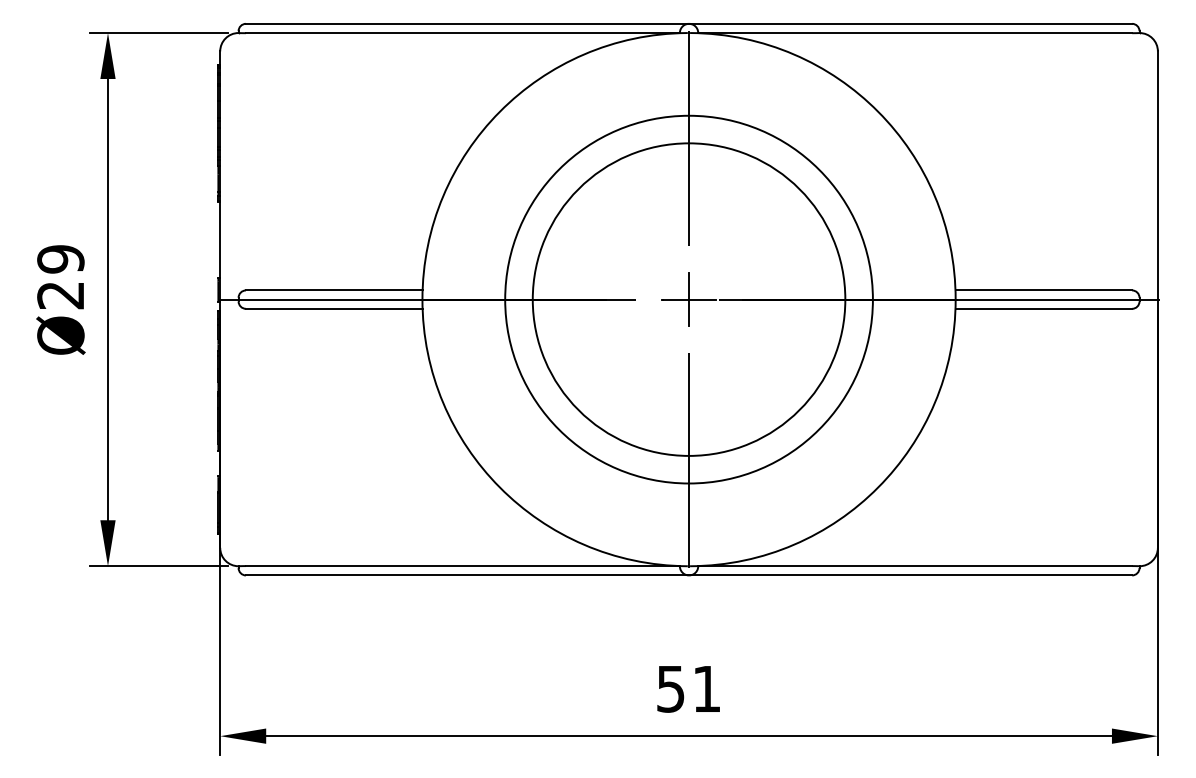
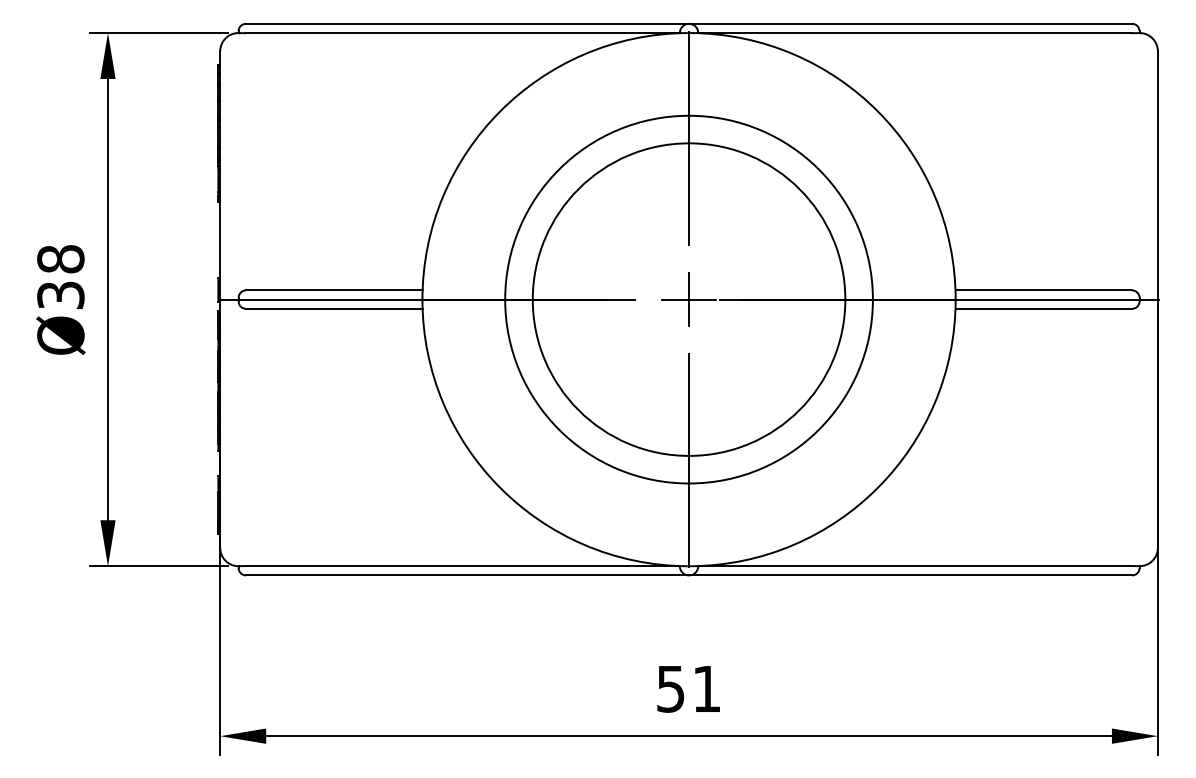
text at (60, 277): Ø29 -> Ø38
